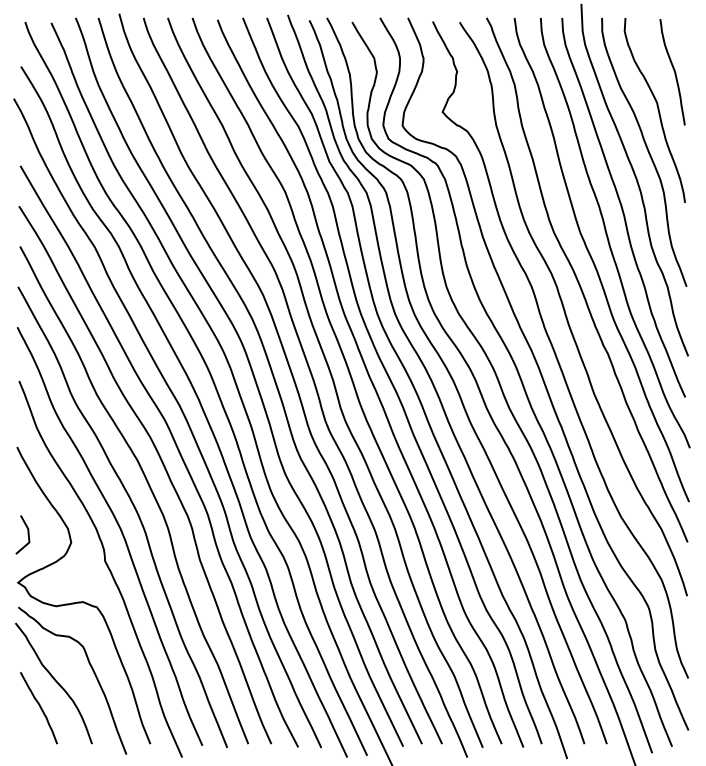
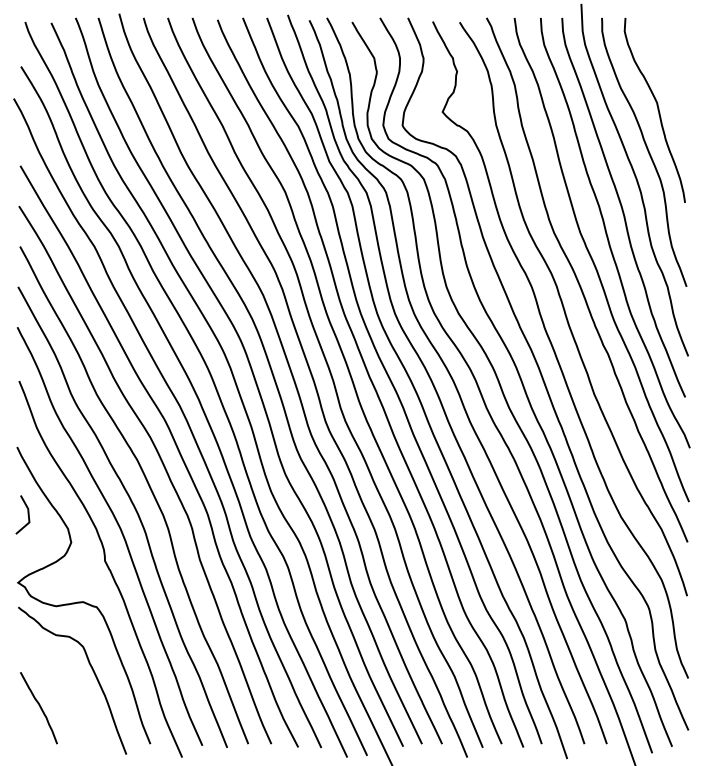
curve at (674, 72): present -> none
line at (27, 534) position: (27, 534) -> (27, 514)
curve at (55, 681): present -> none
